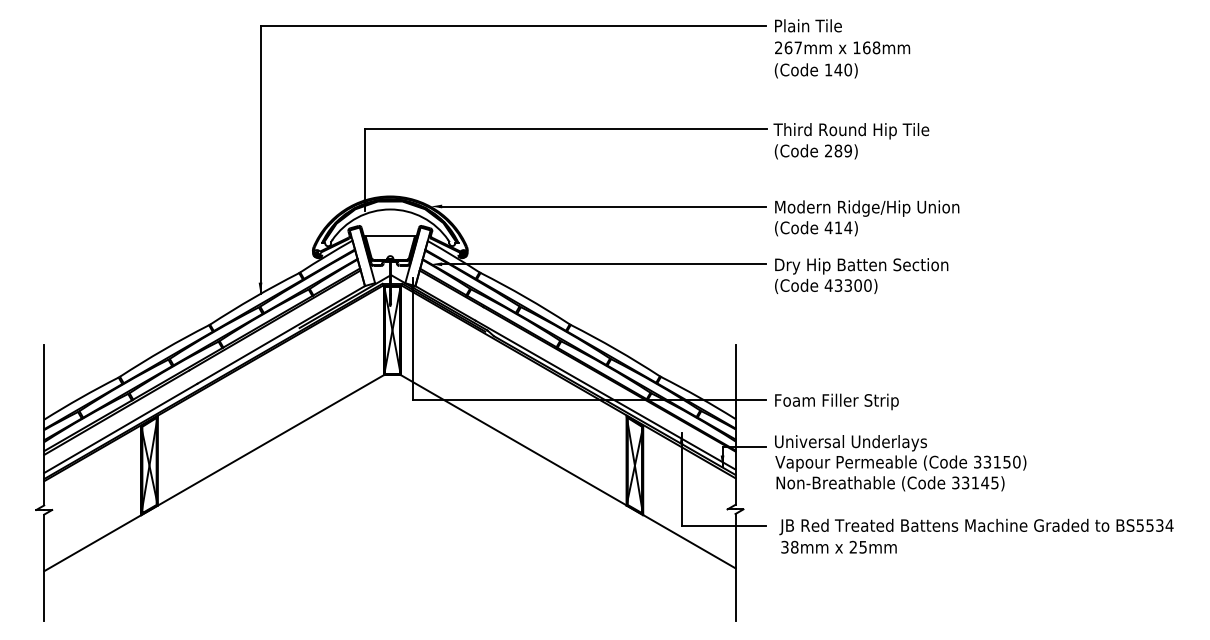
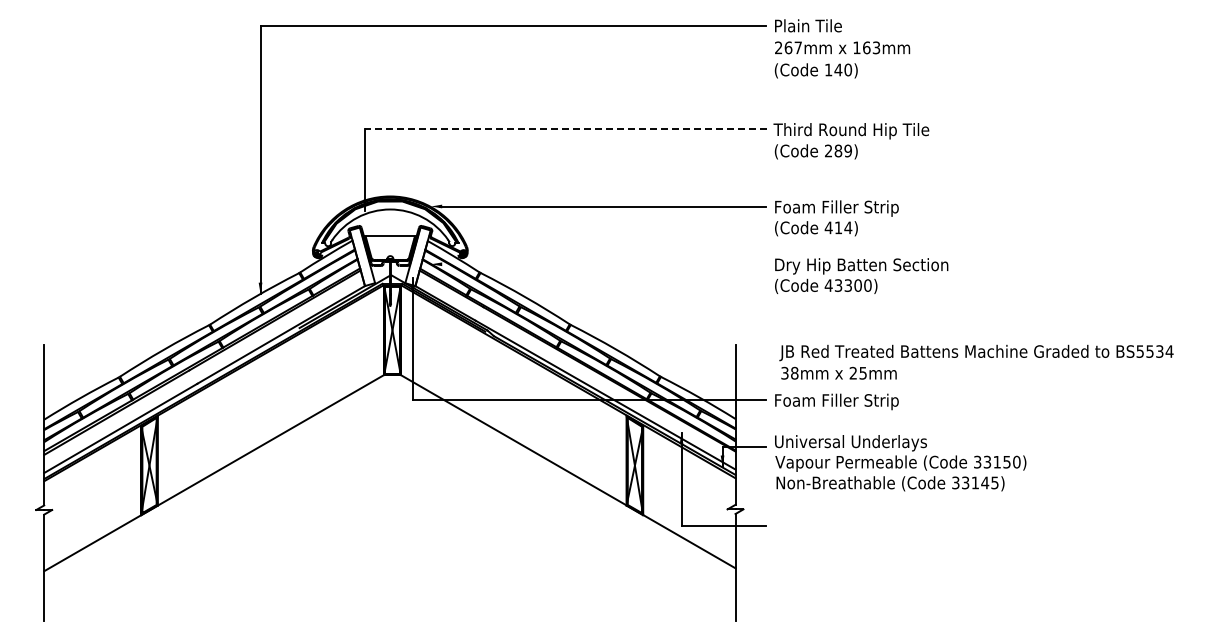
text at (876, 47): 168mm -> 163mm
line at (565, 128): solid -> dashed
text at (867, 208): Modern Ridge/Hip Union -> Foam Filler Strip
line at (602, 264): present -> none
text at (976, 535) position: (976, 535) -> (976, 361)
